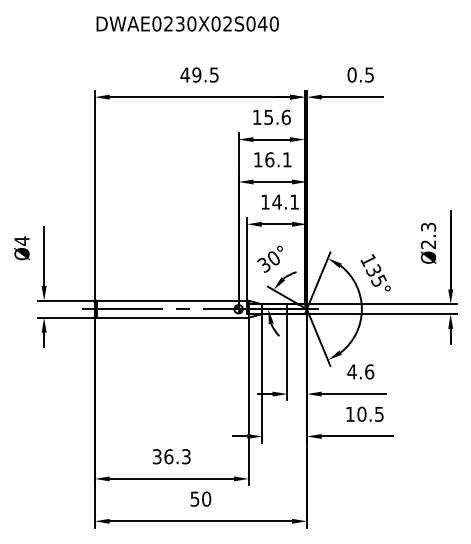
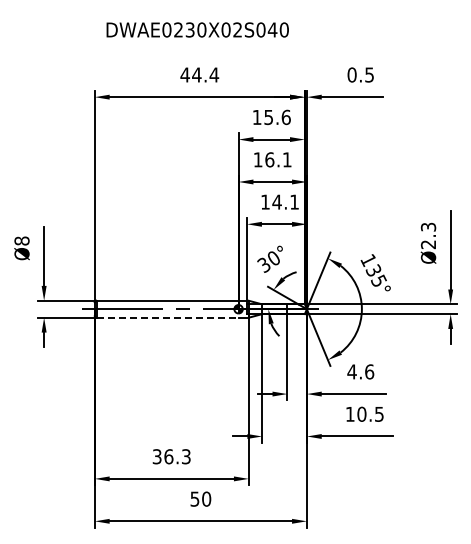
text at (187, 23) position: (187, 23) -> (197, 29)
text at (205, 74): 49.5 -> 44.4
text at (21, 240): Ø4 -> Ø8
line at (168, 317): solid -> dashed
